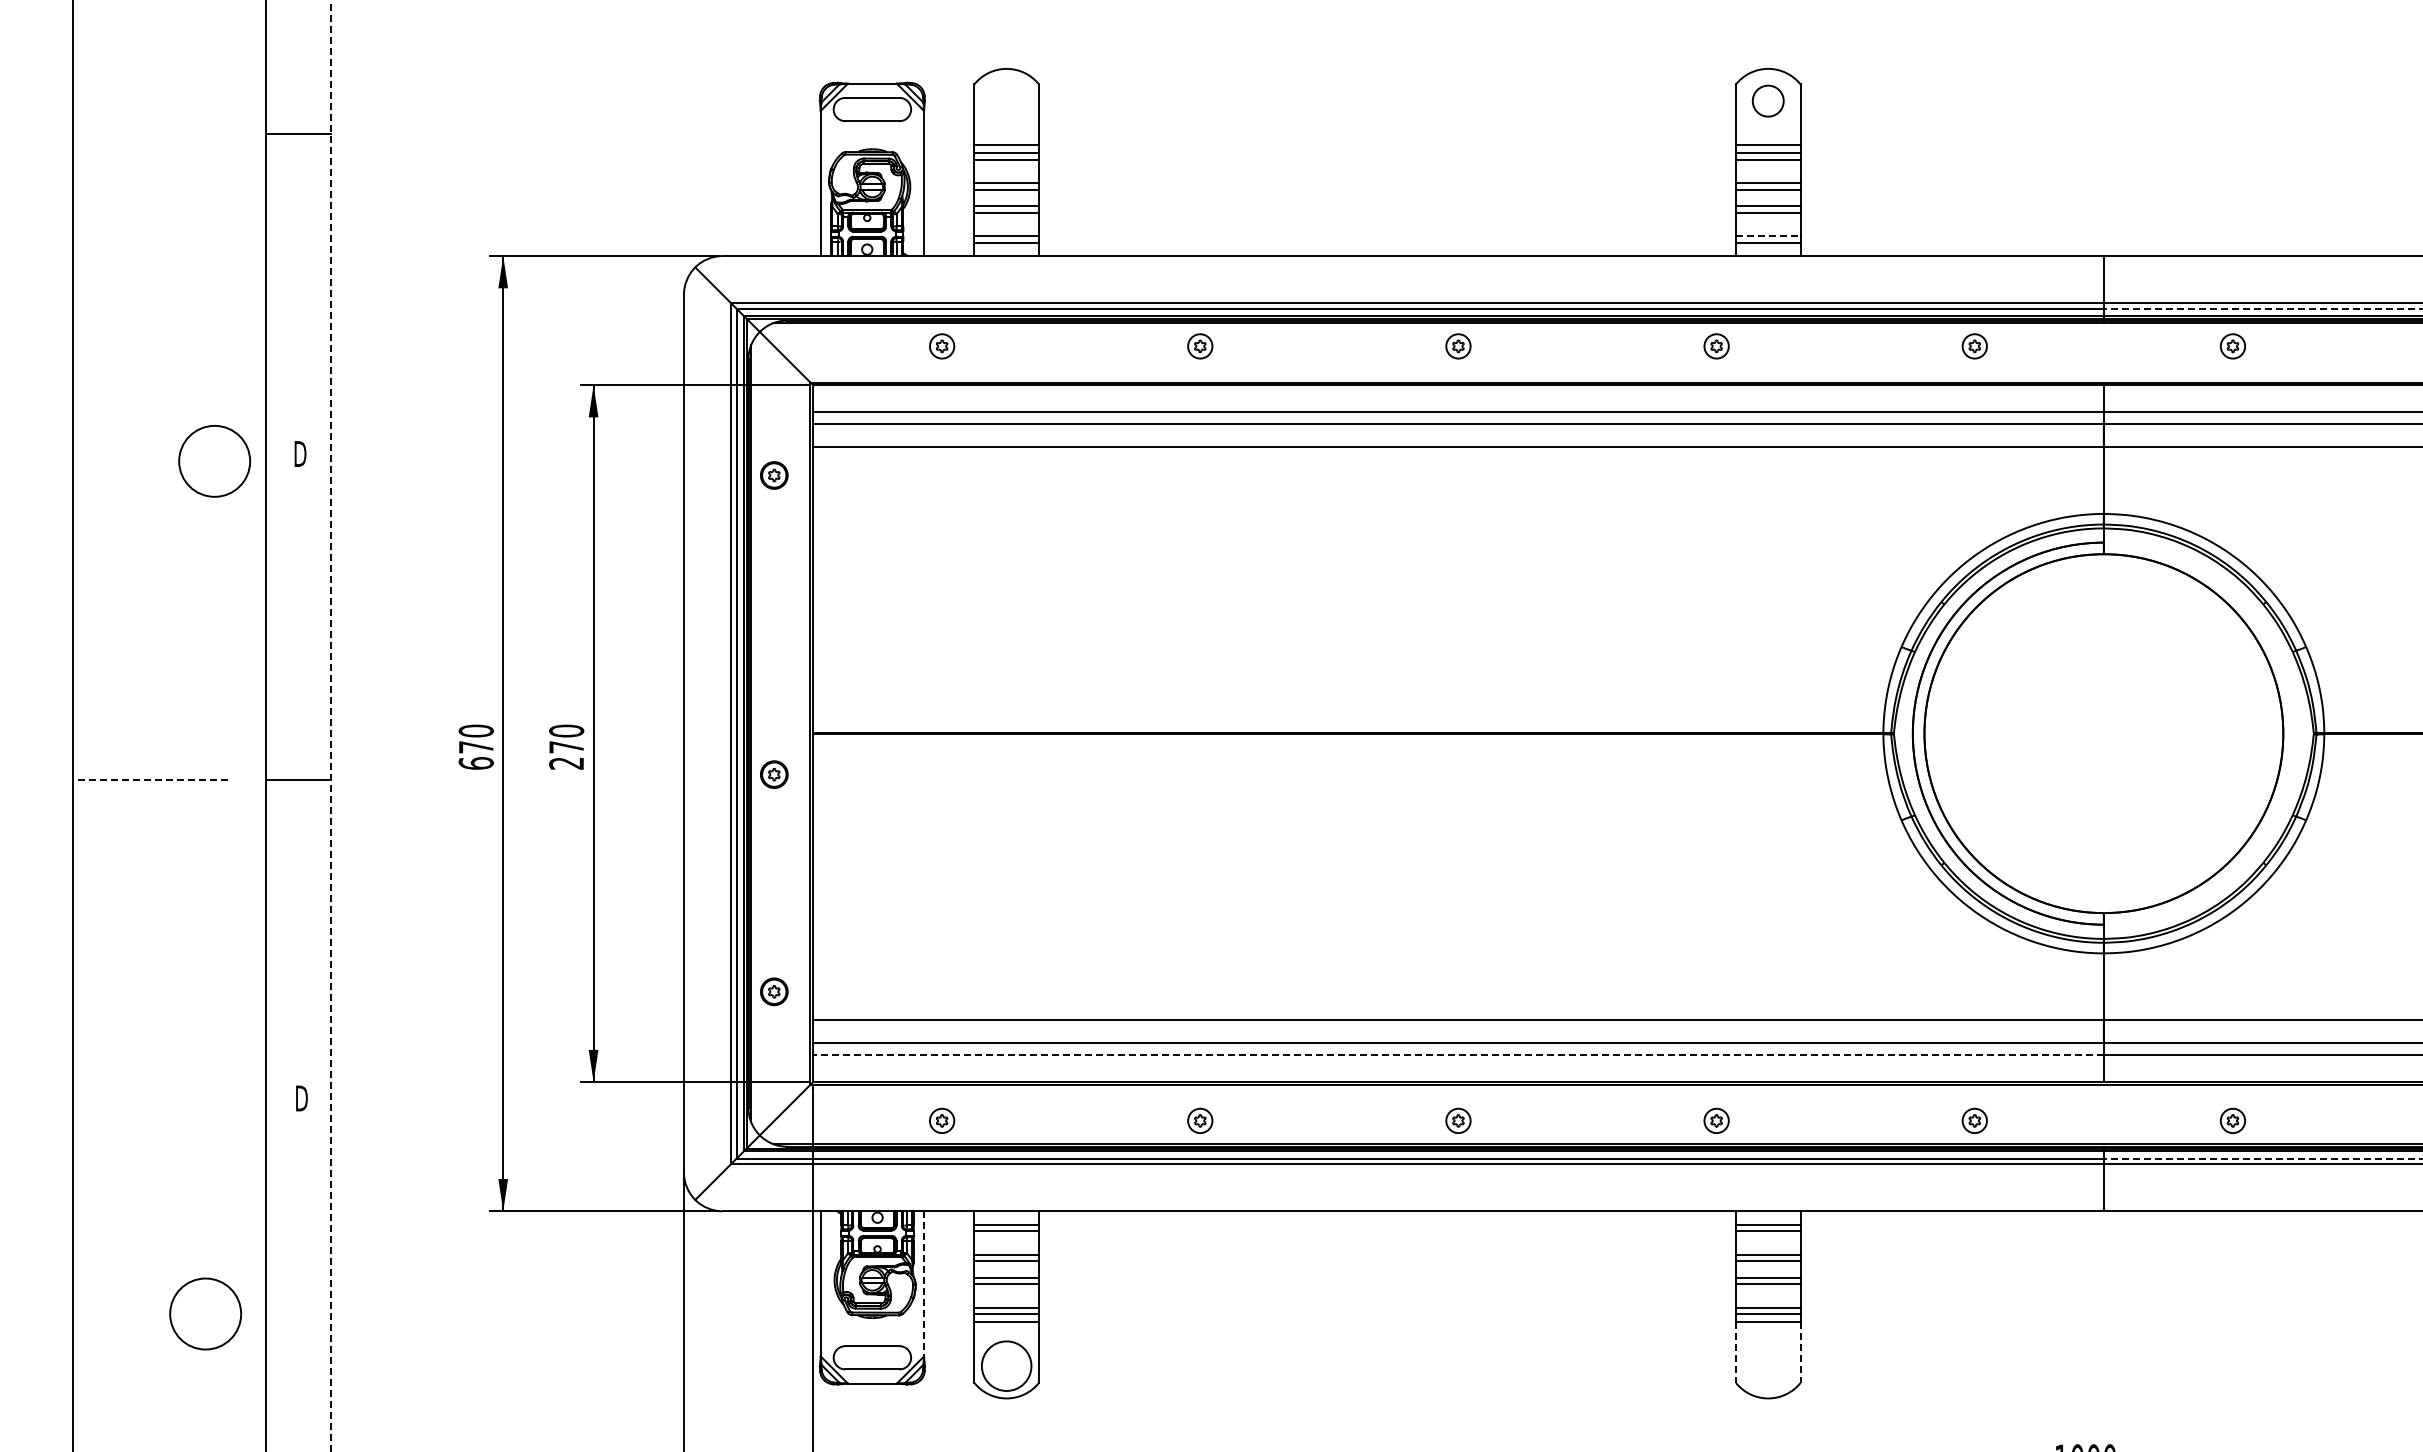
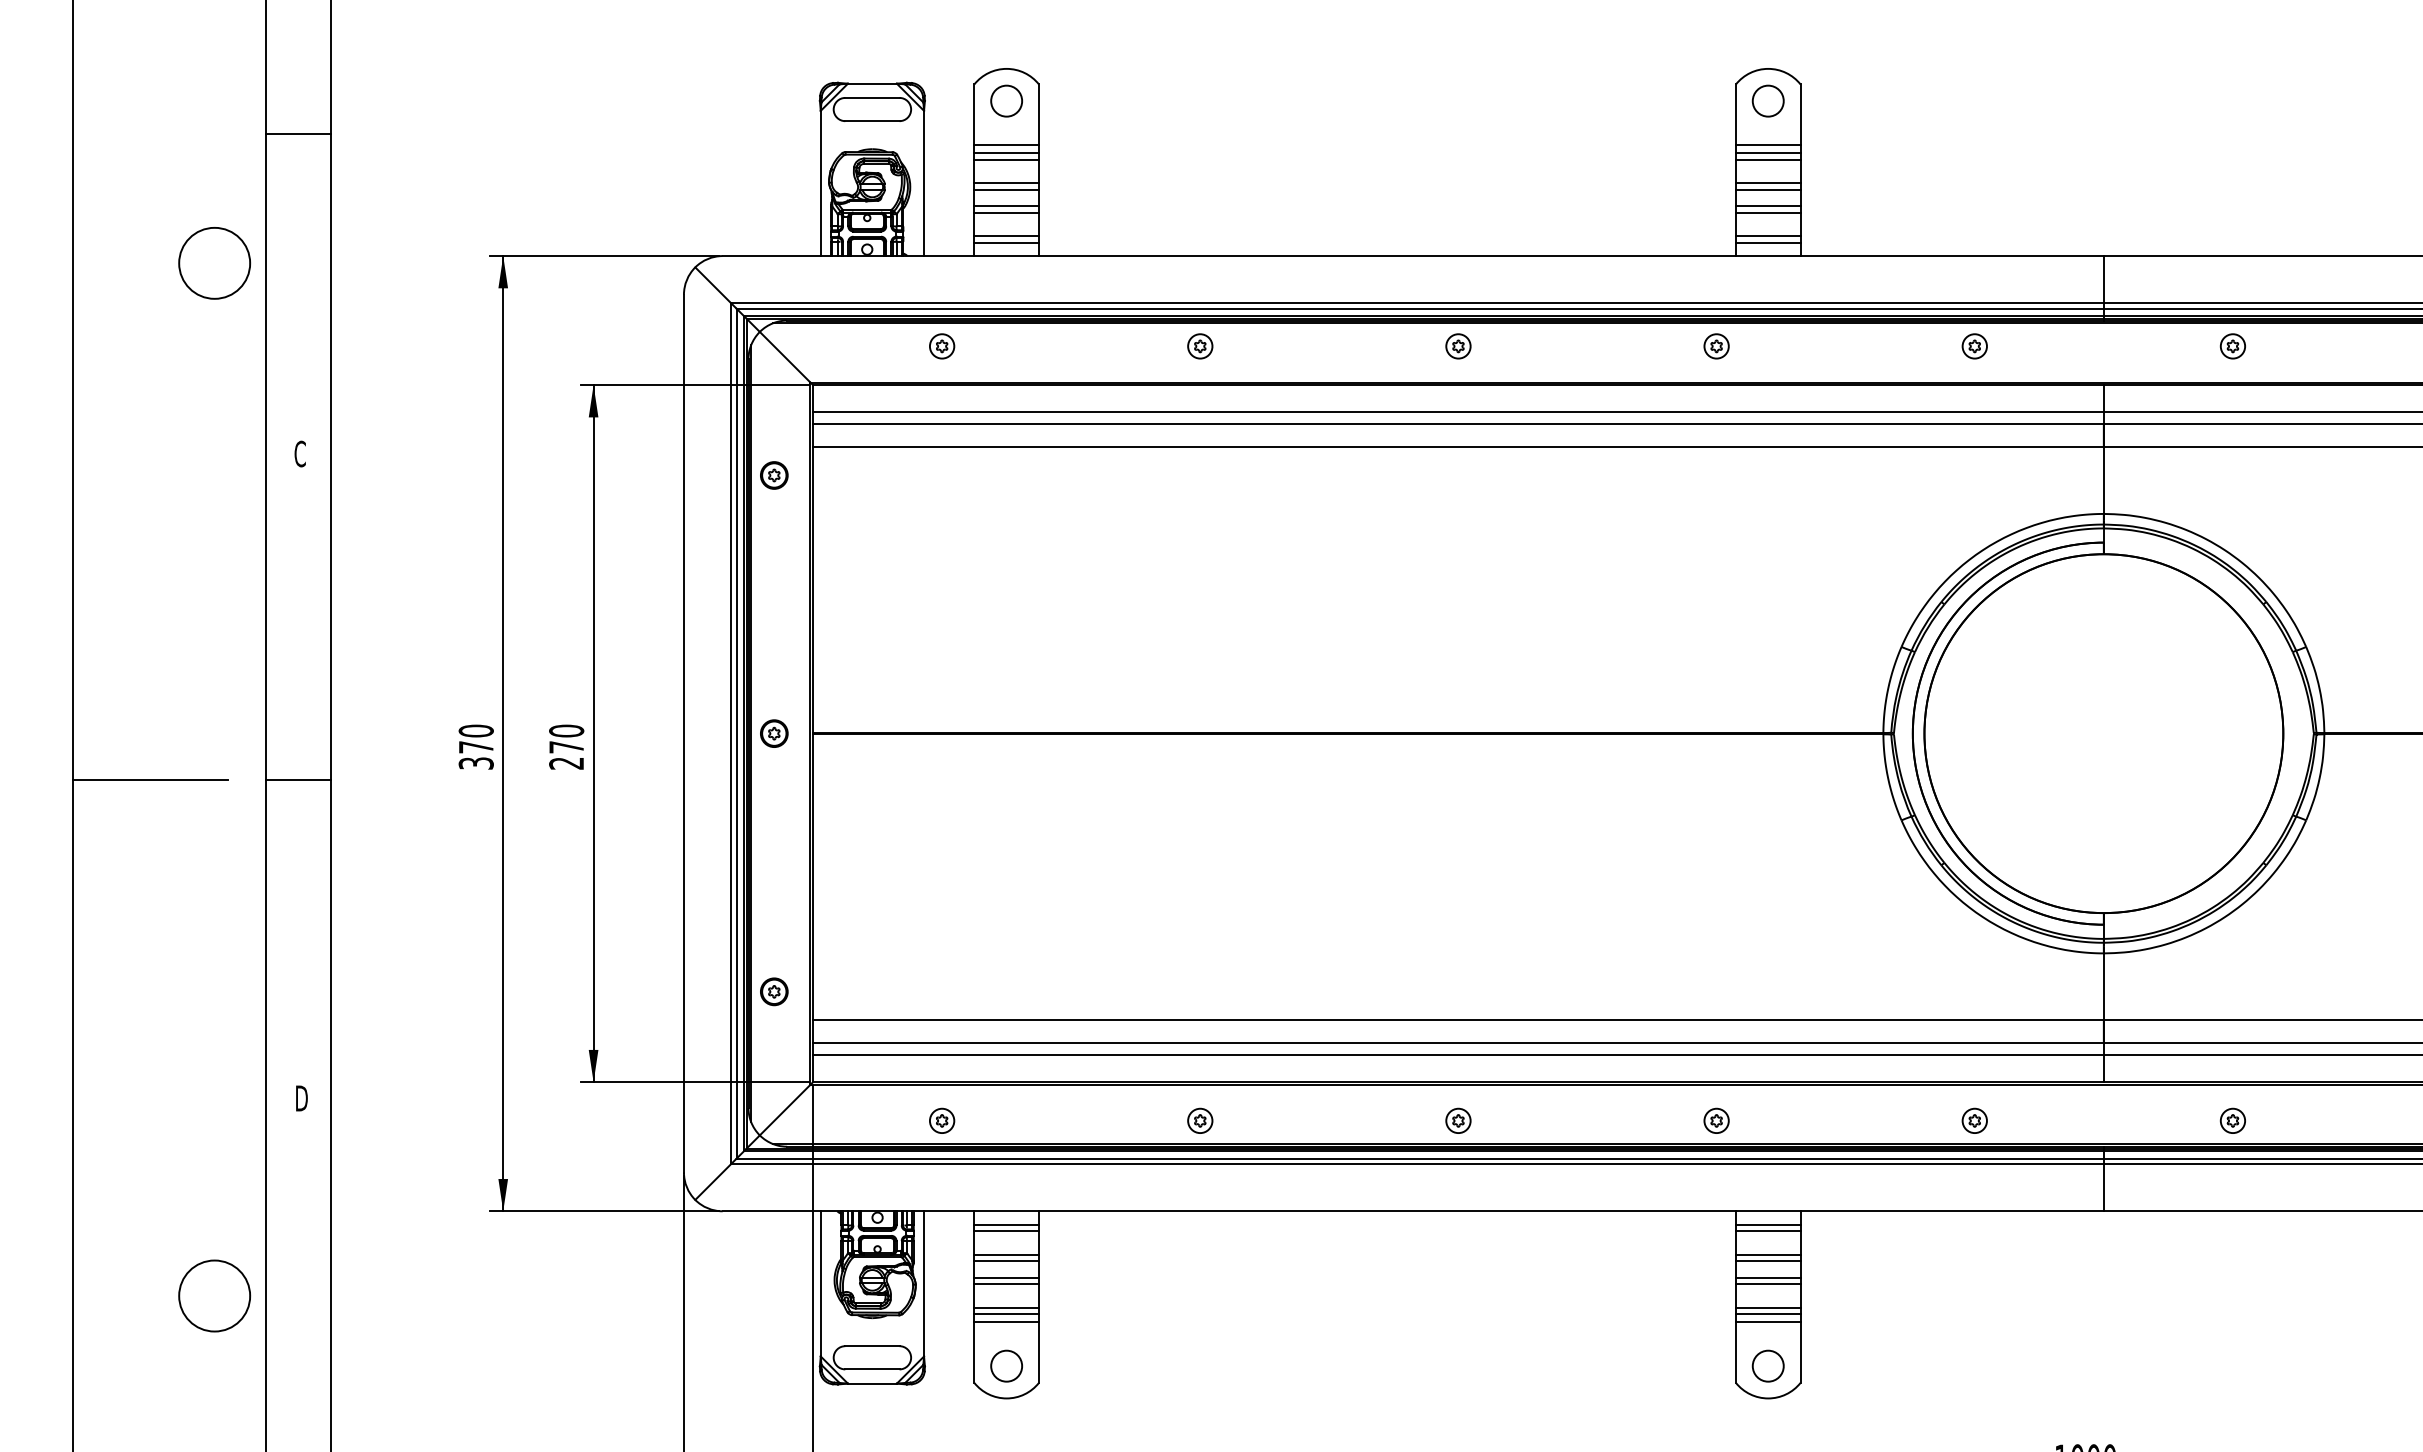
circle at (1006, 100): none -> present
line at (1768, 236): dashed -> solid
line at (2262, 308): dashed -> solid
text at (300, 453): D -> C
circle at (214, 461) position: (214, 461) -> (214, 263)
line at (330, 726): dashed -> solid
text at (475, 763): 670 -> 370
part at (774, 774) position: (774, 774) -> (774, 733)
line at (149, 779): dashed -> solid
line at (1457, 1055): dashed -> solid
line at (2262, 1158): dashed -> solid
line at (924, 1283): dashed -> solid
circle at (205, 1313) position: (205, 1313) -> (214, 1295)
line at (1736, 1353): dashed -> solid
line at (1800, 1353): dashed -> solid
circle at (1006, 1365) diameter: 50 px -> 31 px
circle at (1767, 1365): none -> present
